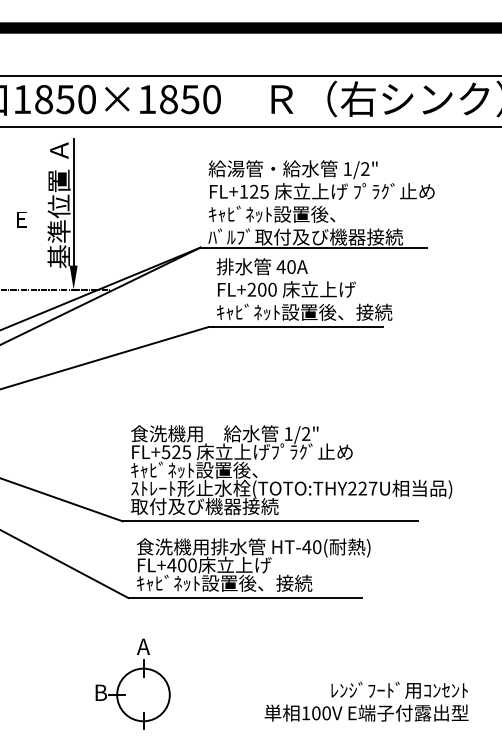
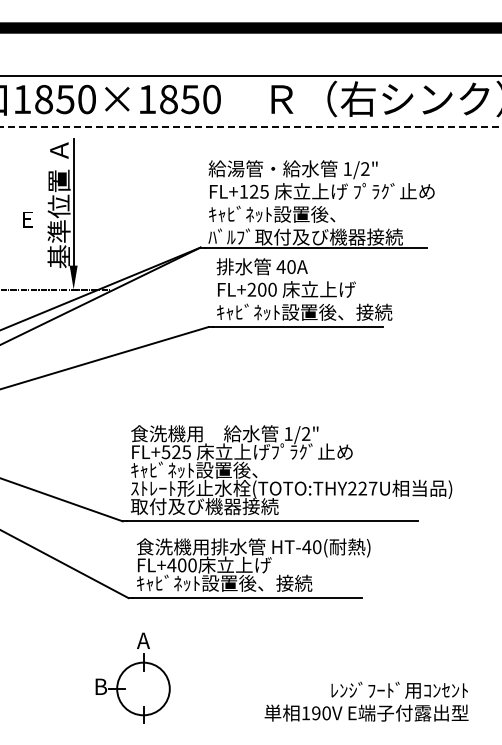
line at (251, 127): solid -> dashed
text at (21, 219) position: (21, 219) -> (27, 219)
part at (132, 683) position: (132, 683) -> (132, 677)
text at (316, 713): 100V -> 190V
